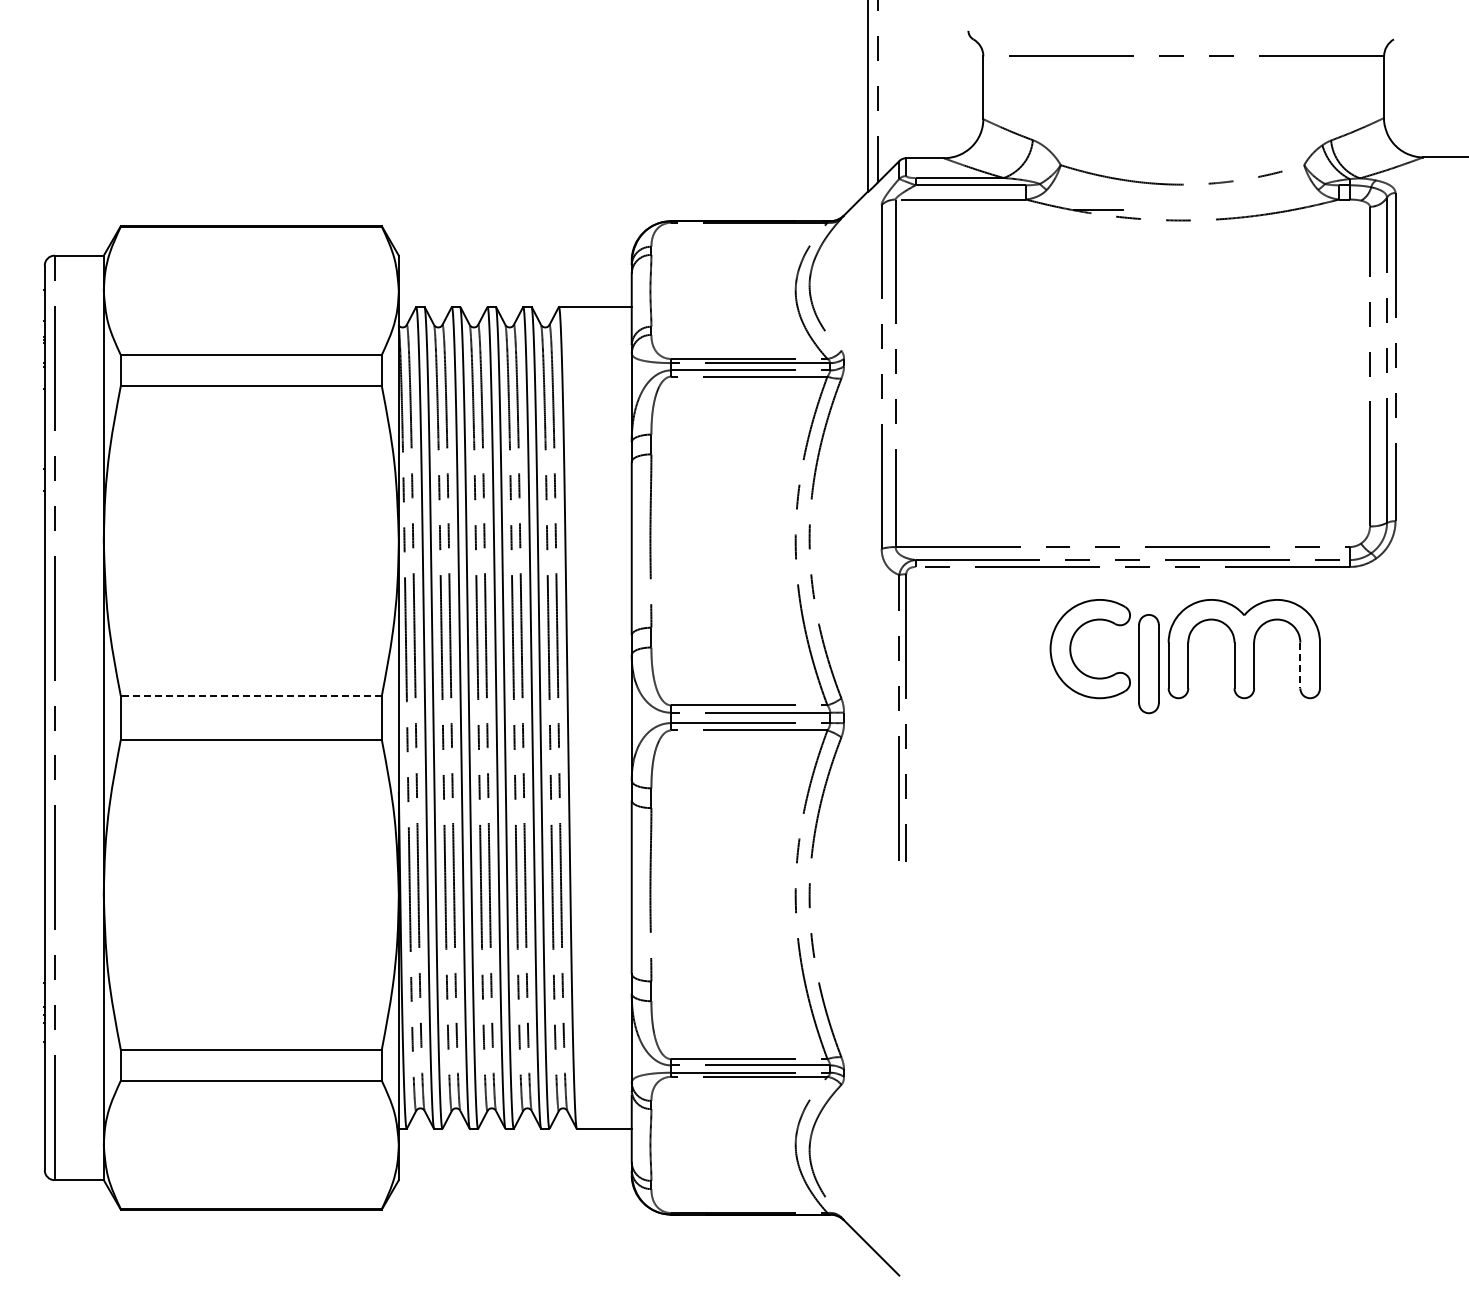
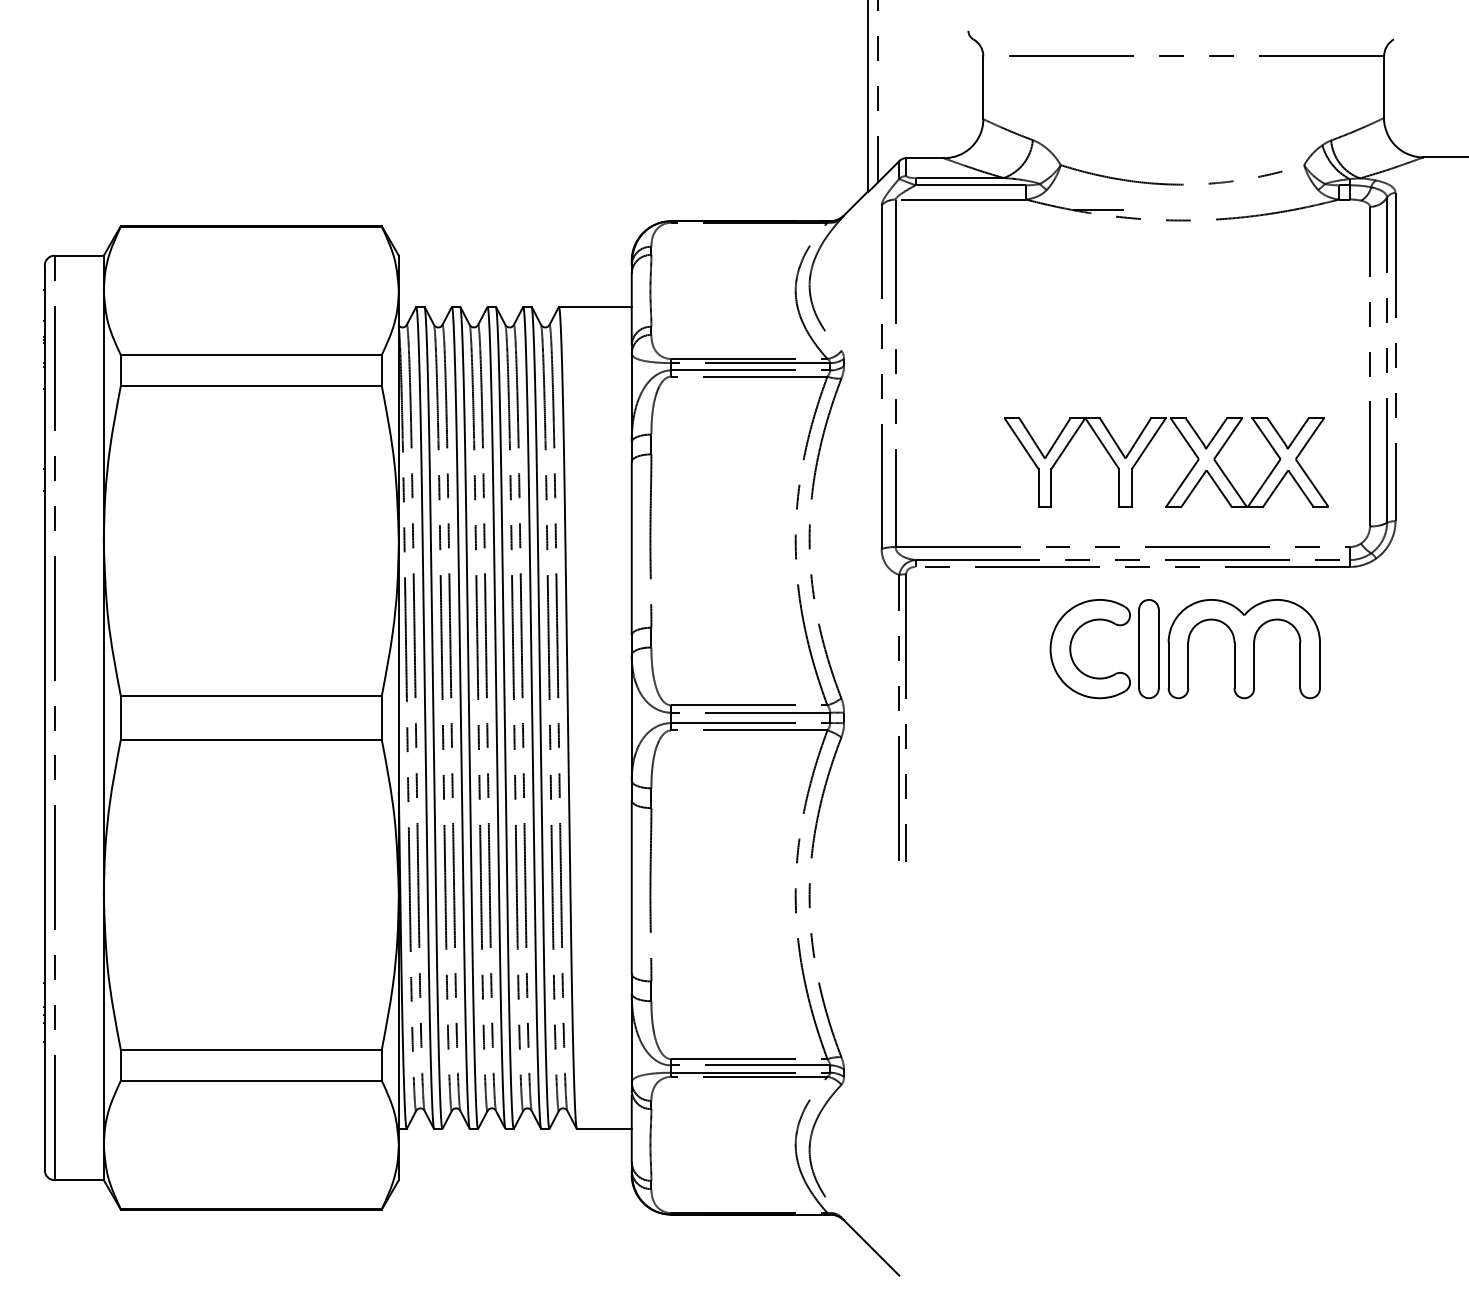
part at (1185, 476): none -> present
part at (1148, 664) position: (1148, 664) -> (1148, 649)
line at (1300, 665): dashed -> solid
line at (250, 696): dashed -> solid
